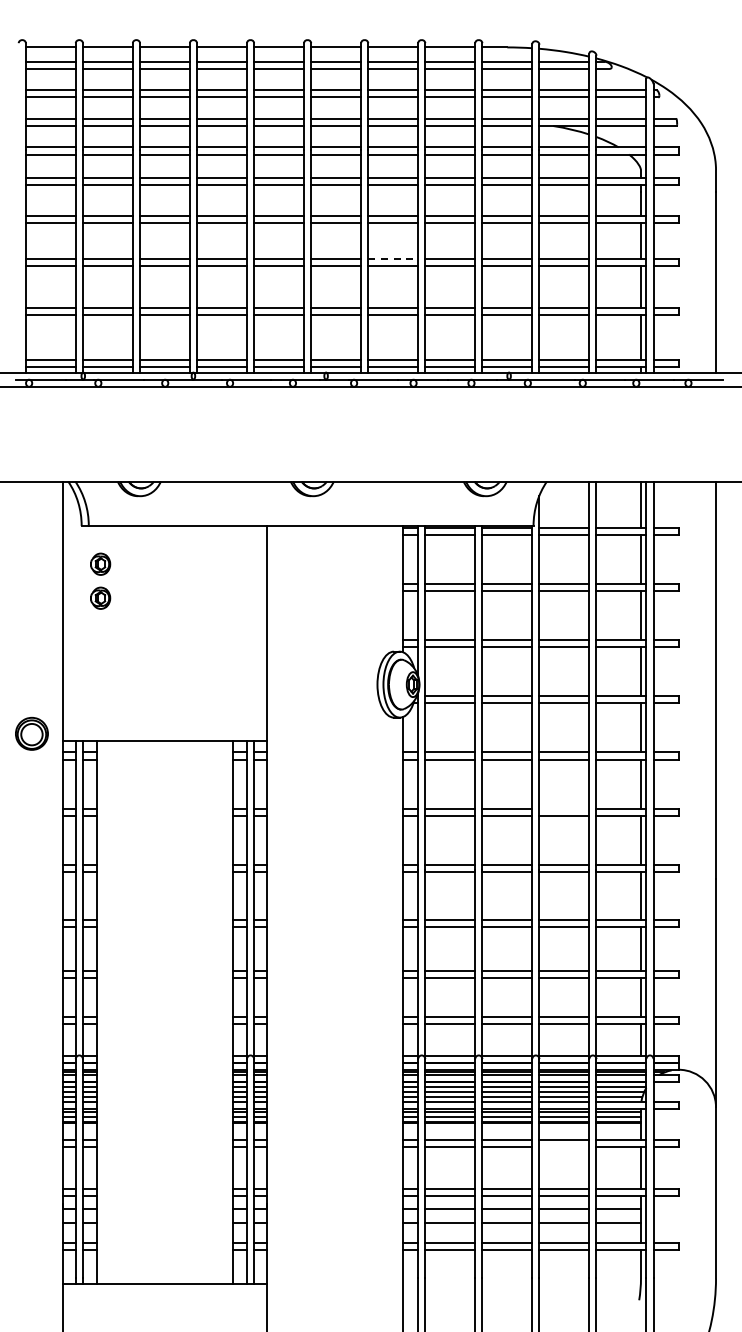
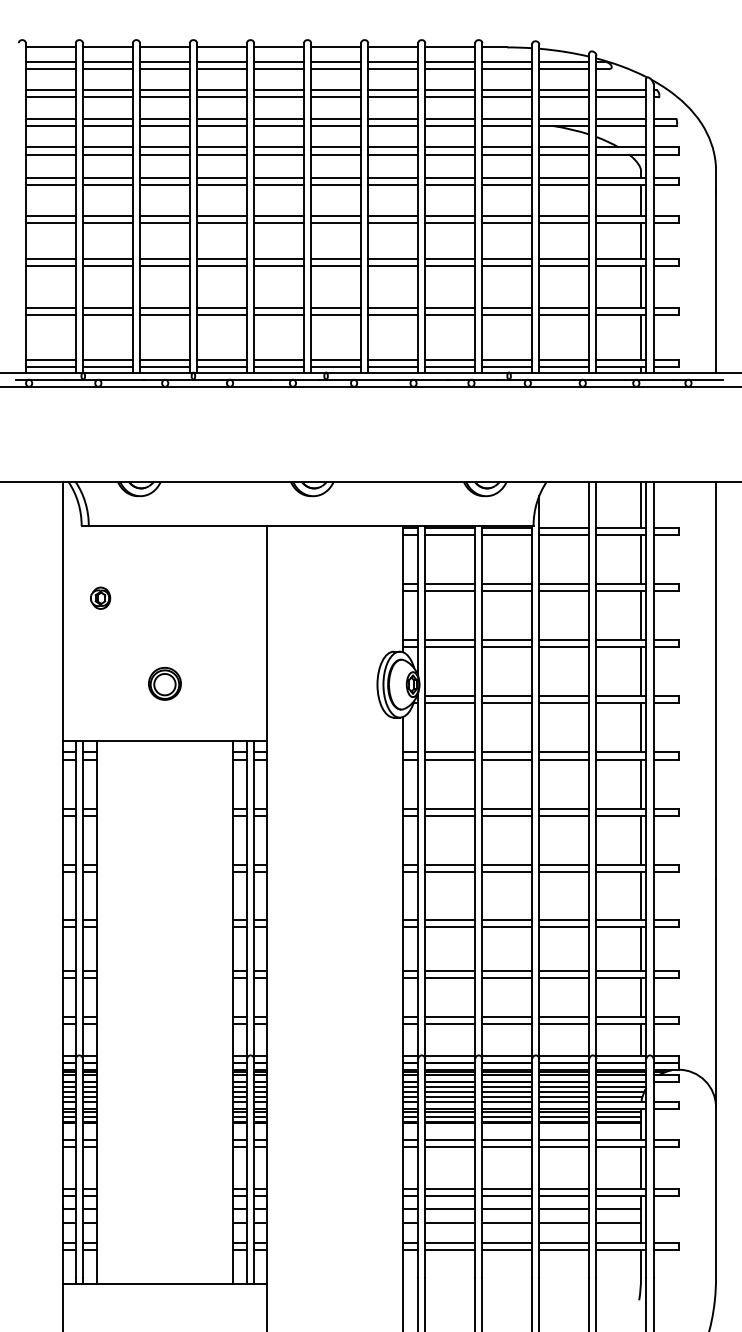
line at (393, 259): dashed -> solid
part at (100, 563): present -> none
part at (31, 733) position: (31, 733) -> (164, 683)
line at (564, 808): none -> present
line at (564, 1147): none -> present
